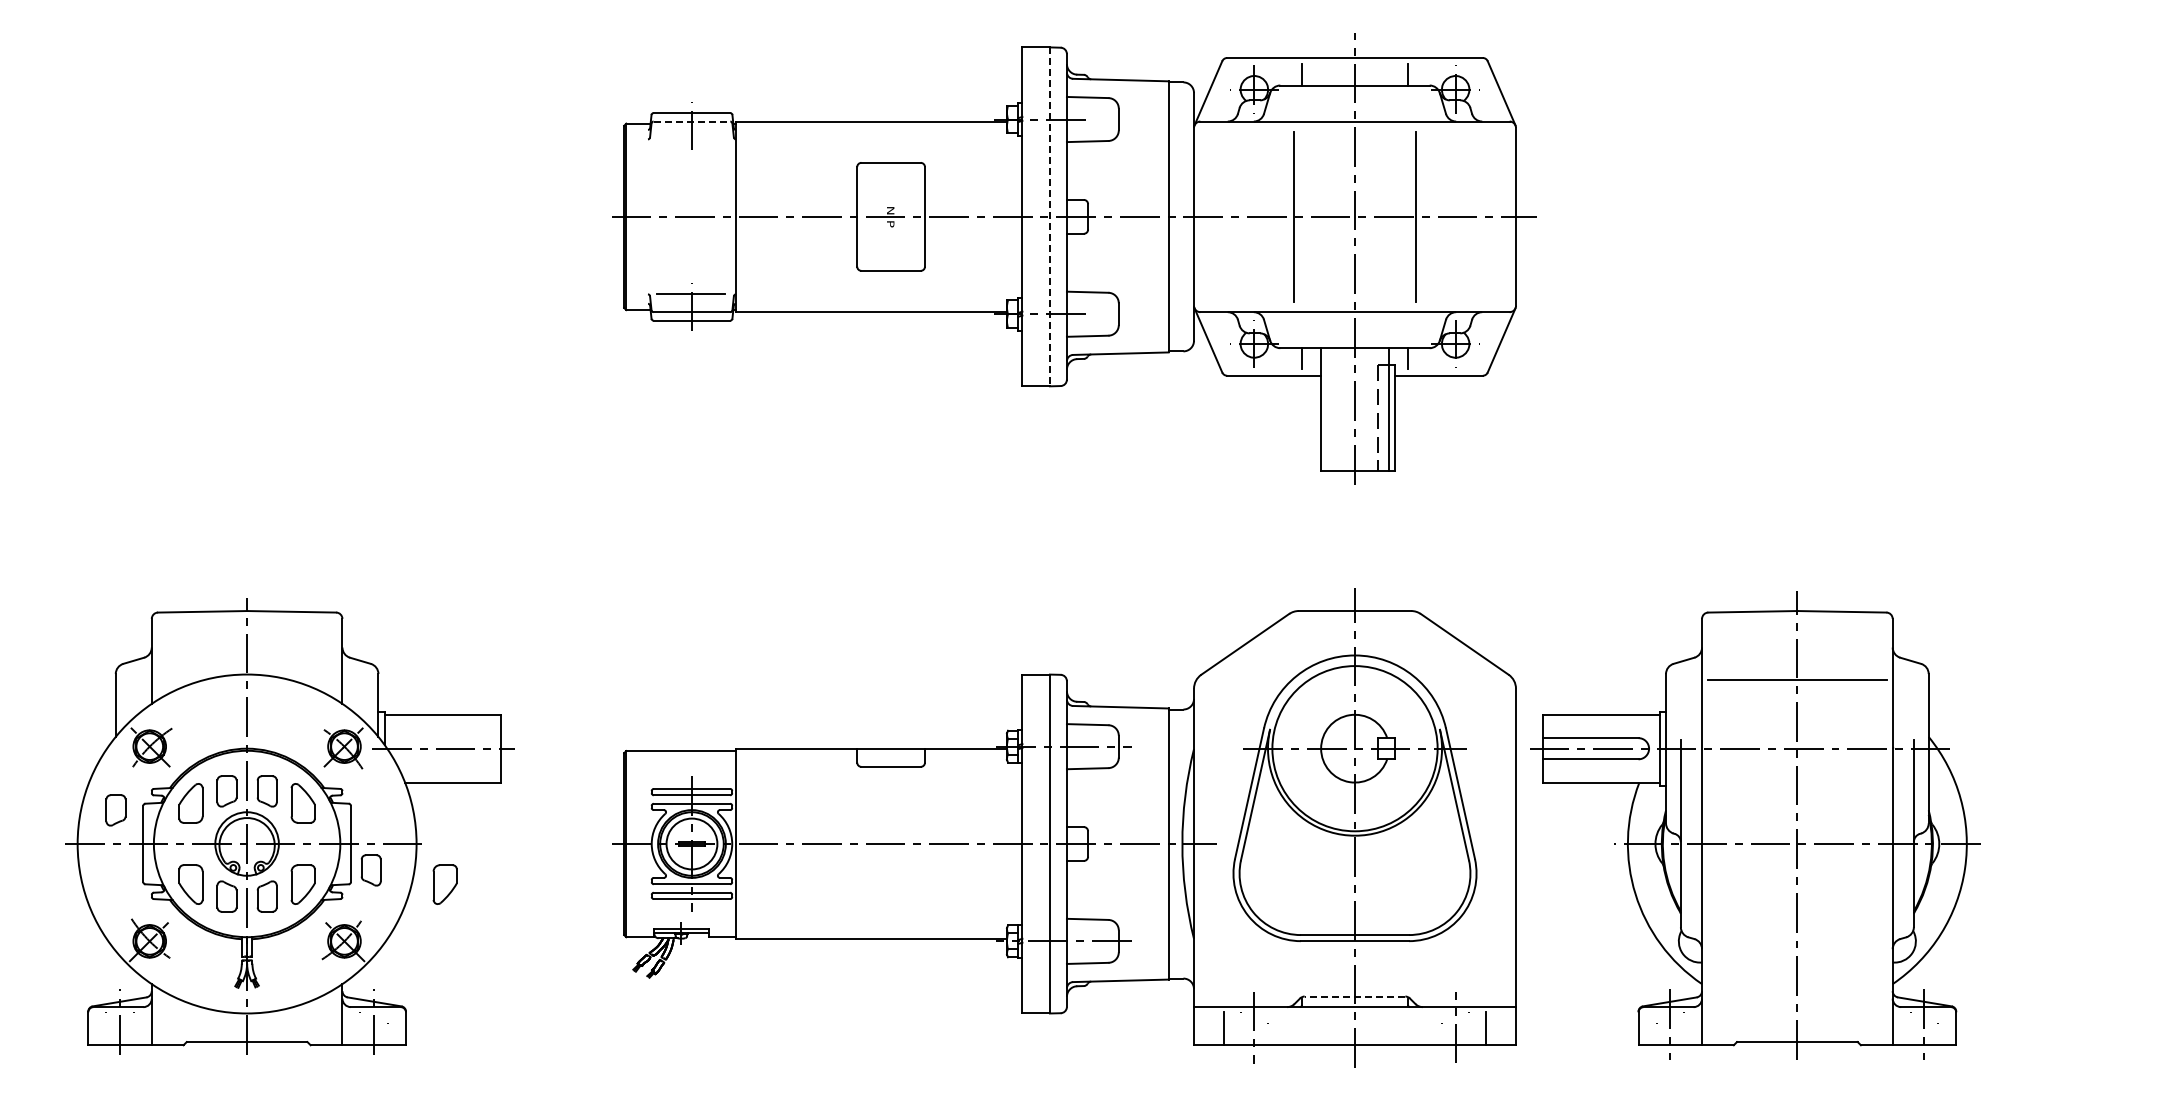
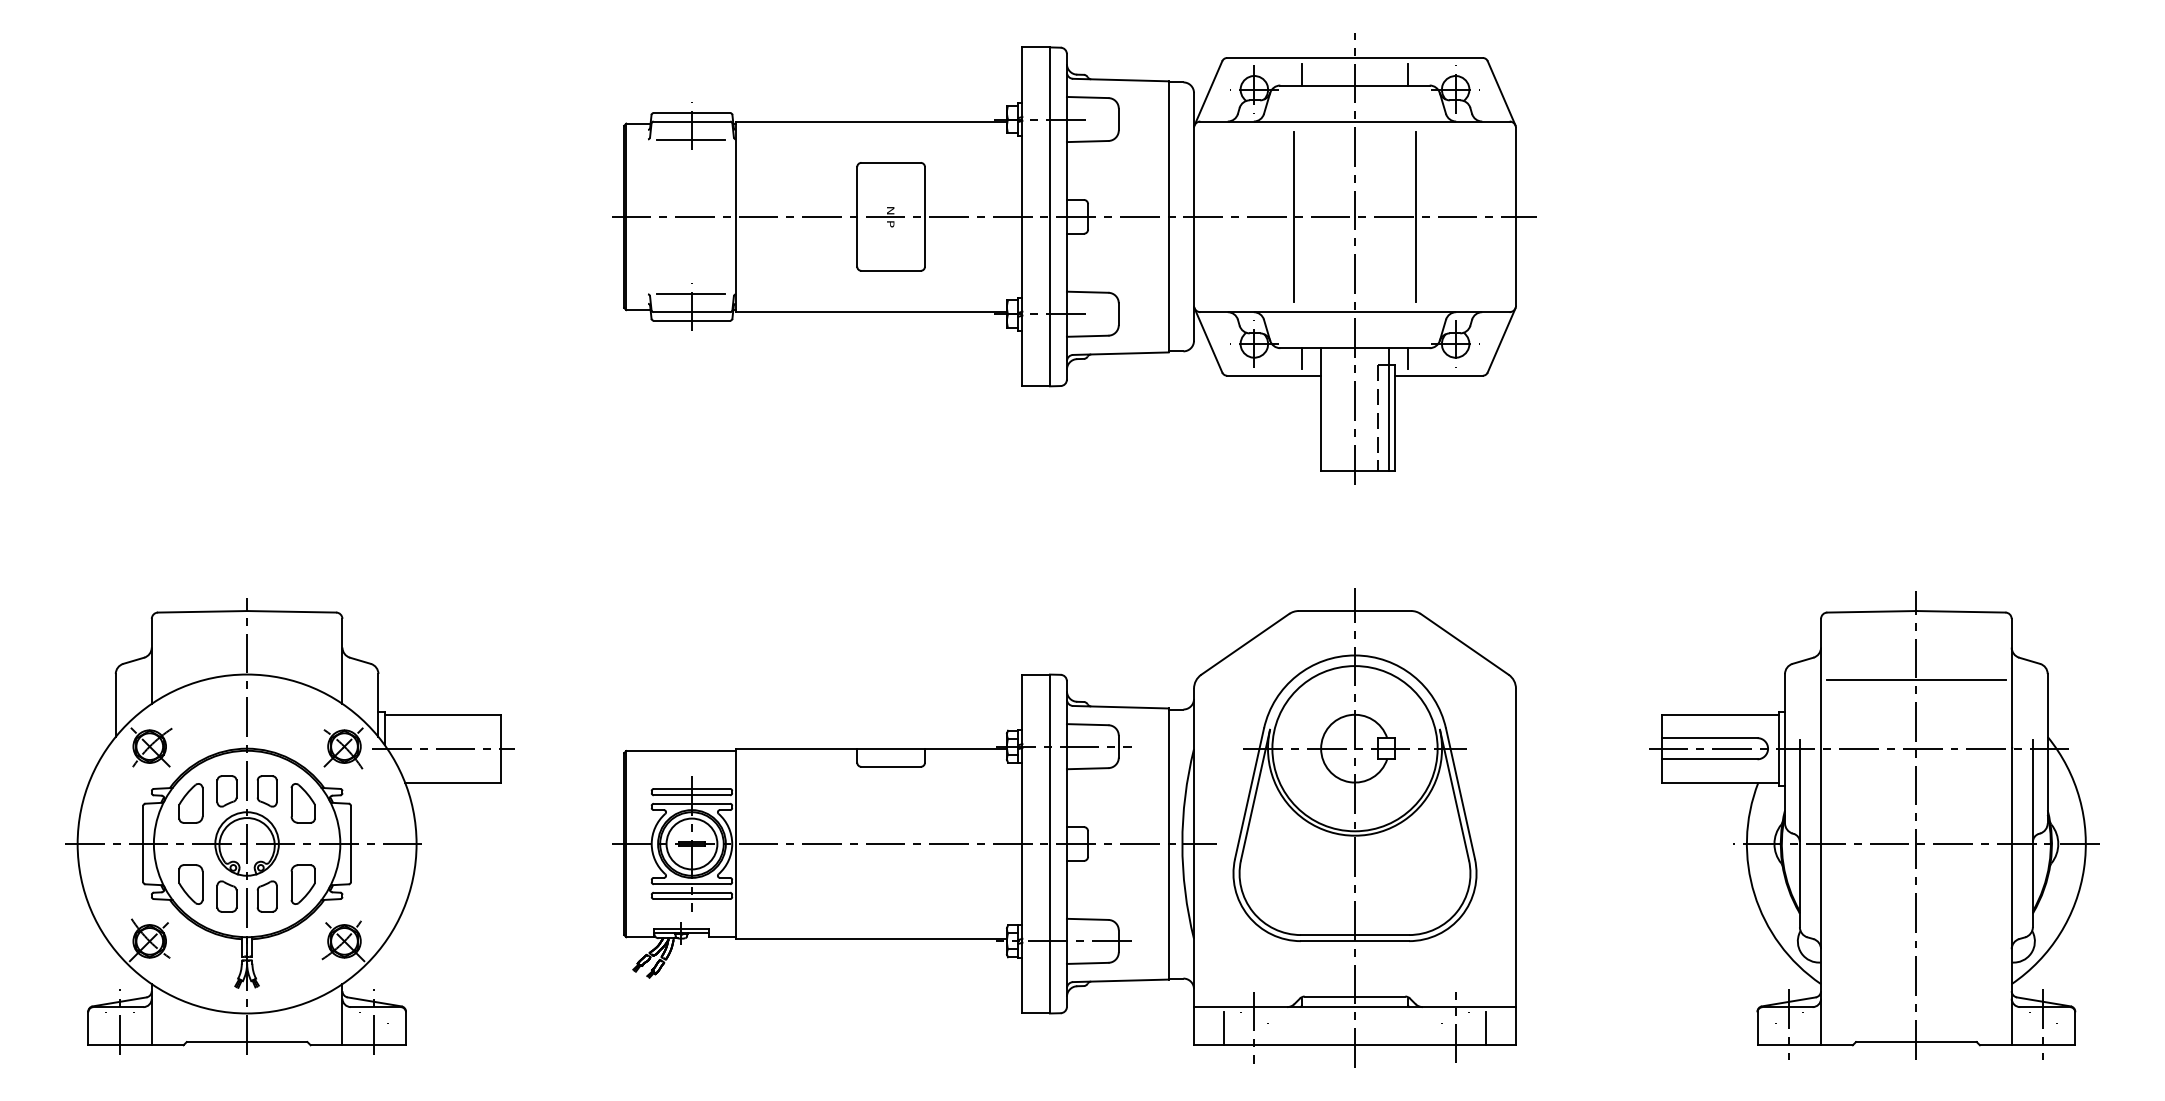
line at (692, 121): dashed -> solid
line at (691, 139): none -> present
line at (1049, 217): dashed -> solid
part at (115, 810): present -> none
part at (1755, 825) position: (1755, 825) -> (1874, 825)
part at (370, 870): present -> none
part at (444, 884): present -> none
line at (1354, 996): dashed -> solid
